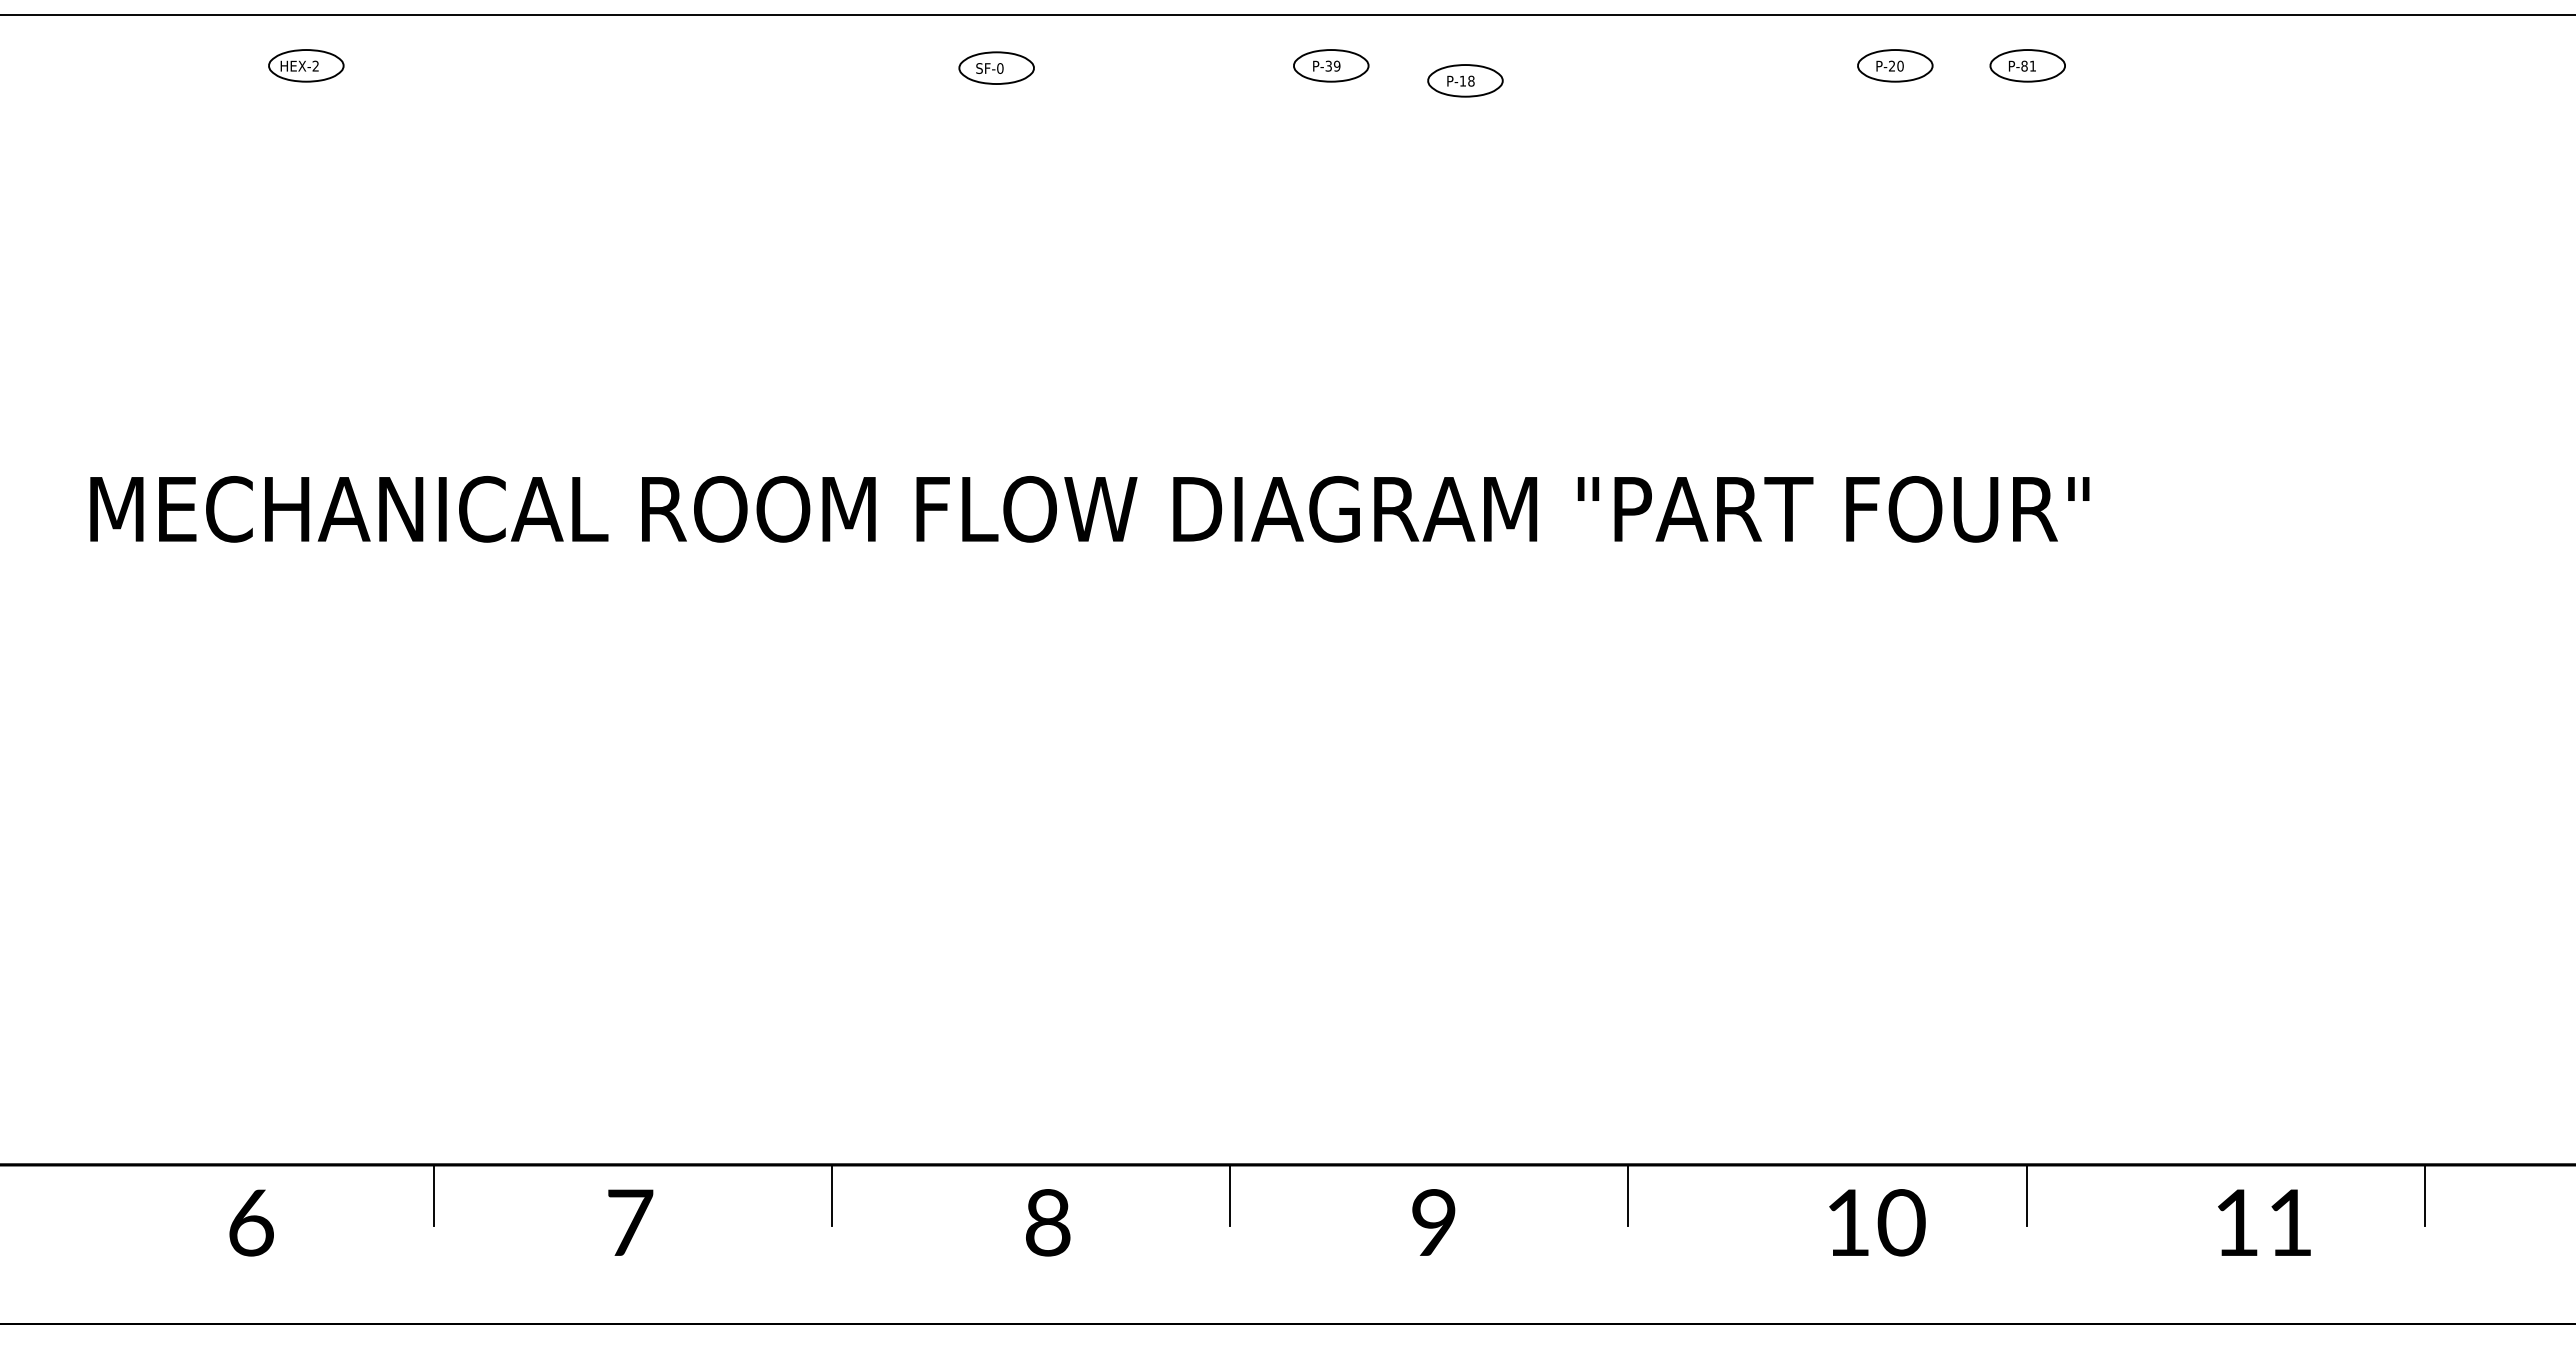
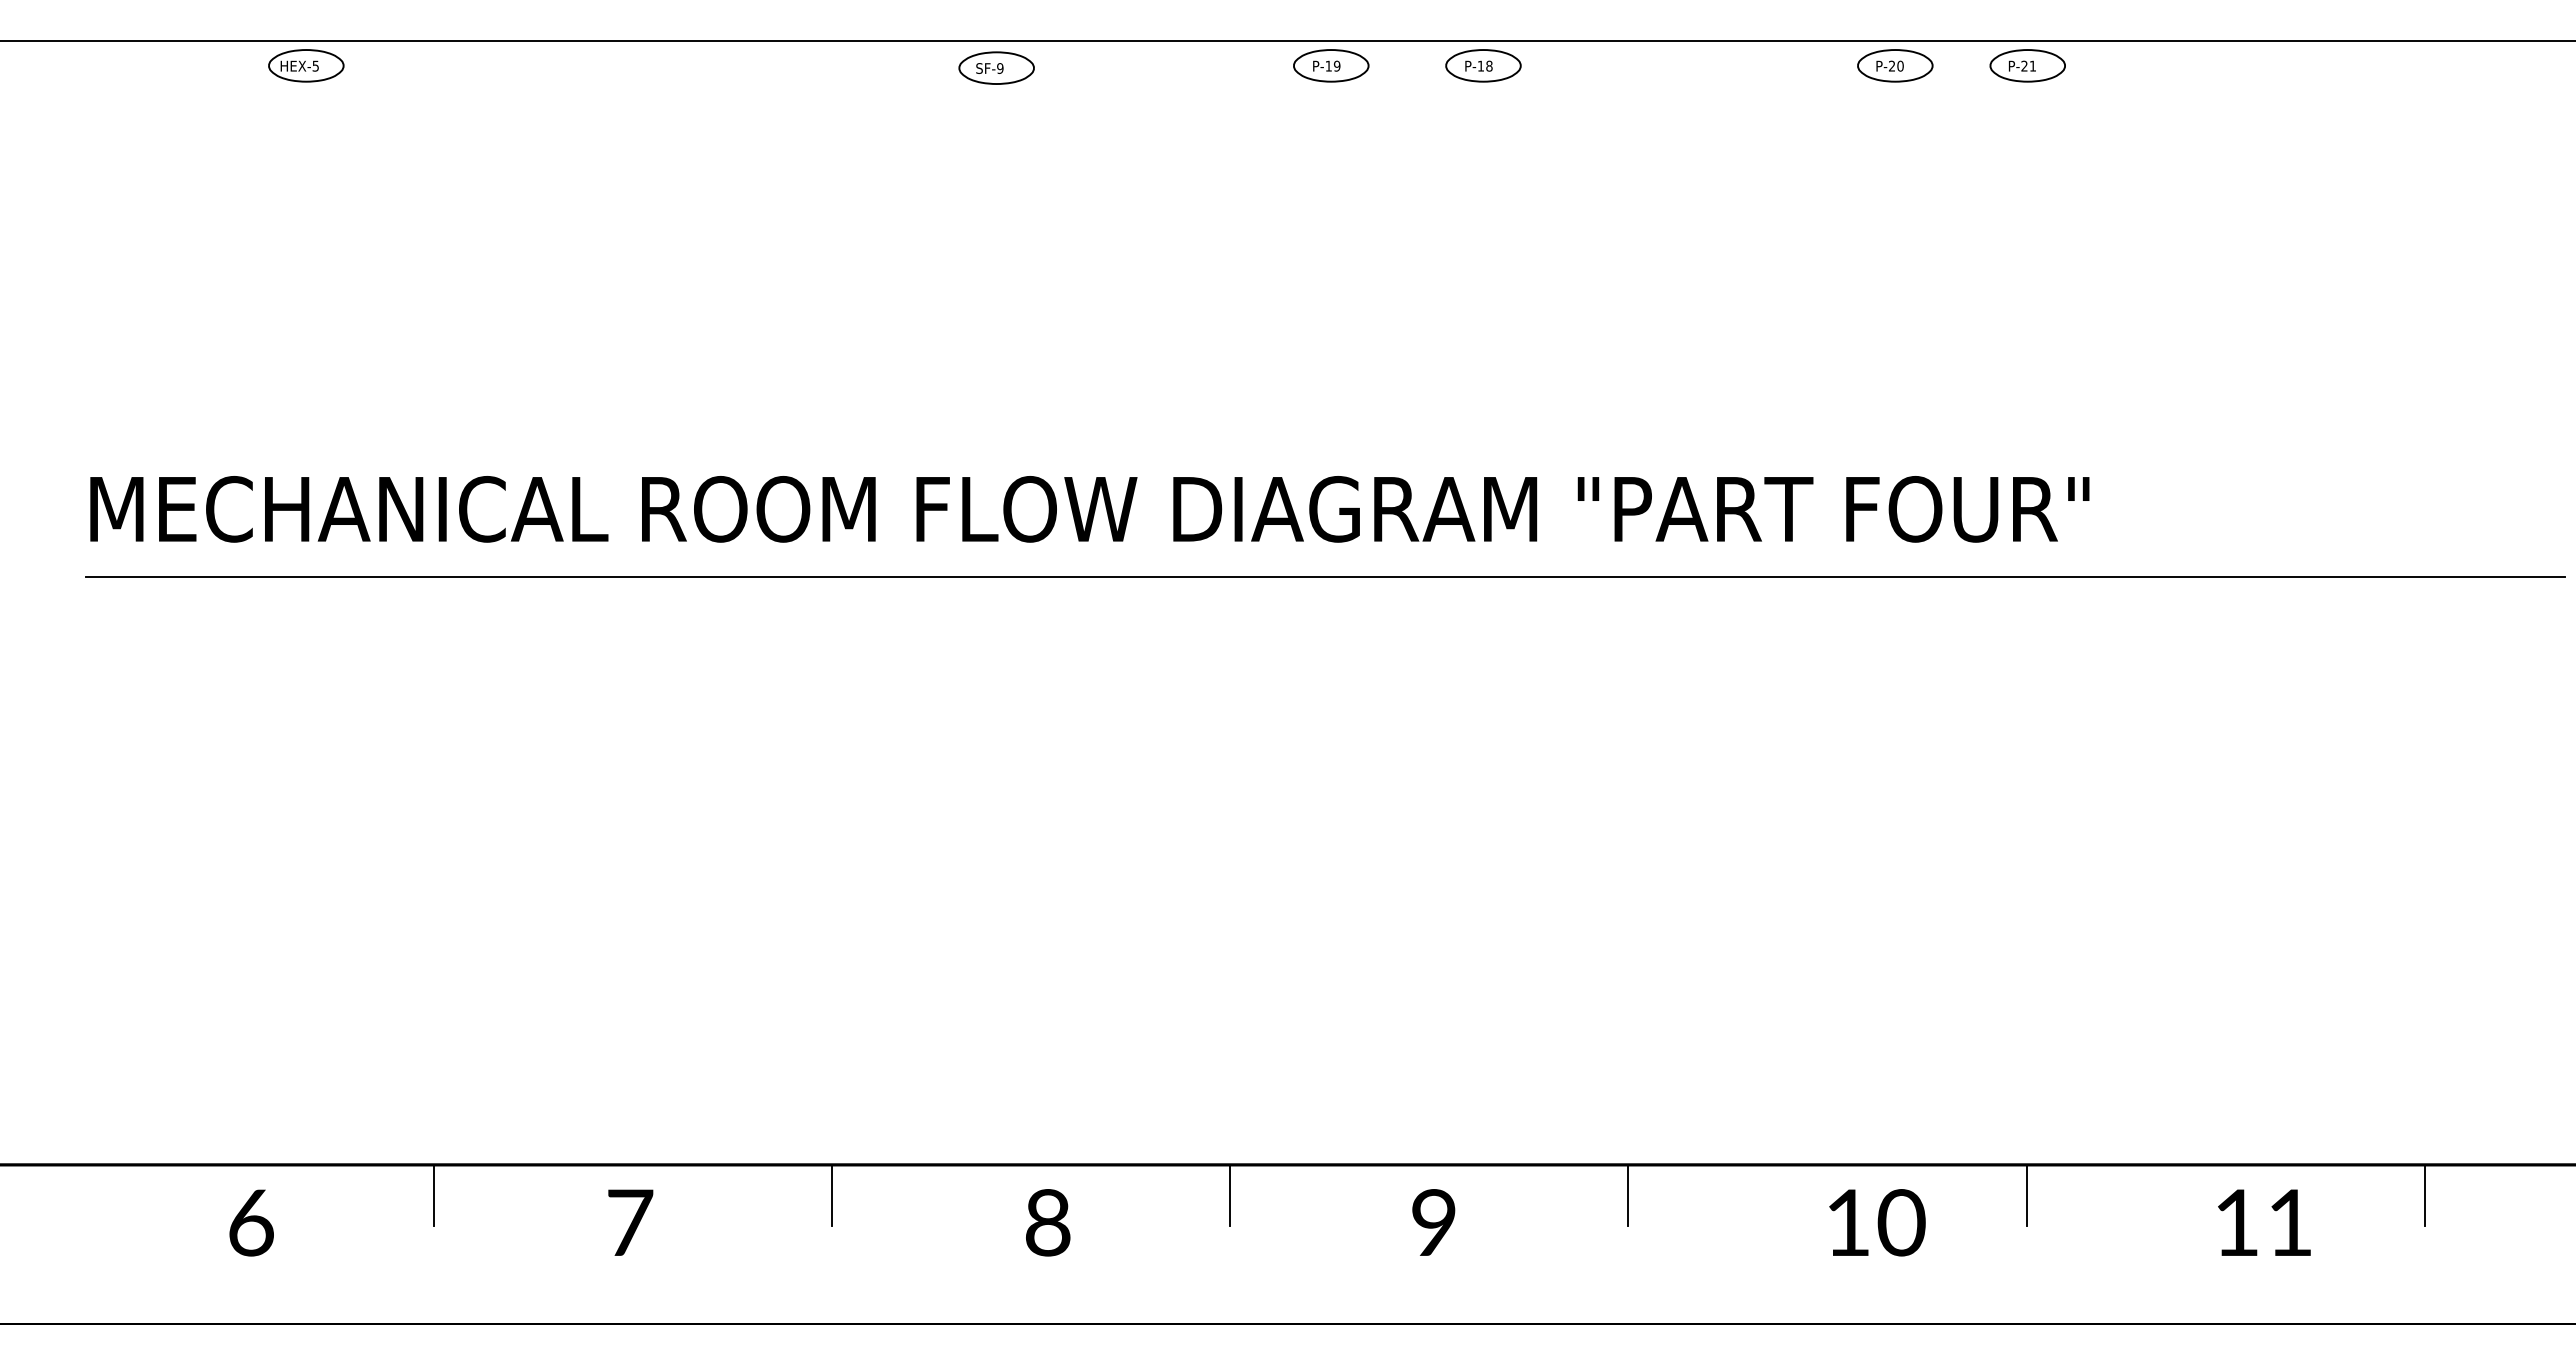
line at (1287, 14) position: (1287, 14) -> (1287, 40)
text at (315, 65): HEX-2 -> HEX-5
text at (1328, 65): P-39 -> P-19
text at (2024, 65): P-81 -> P-21
text at (1000, 68): SF-0 -> SF-9
part at (1465, 80) position: (1465, 80) -> (1483, 65)
line at (1325, 576): none -> present
